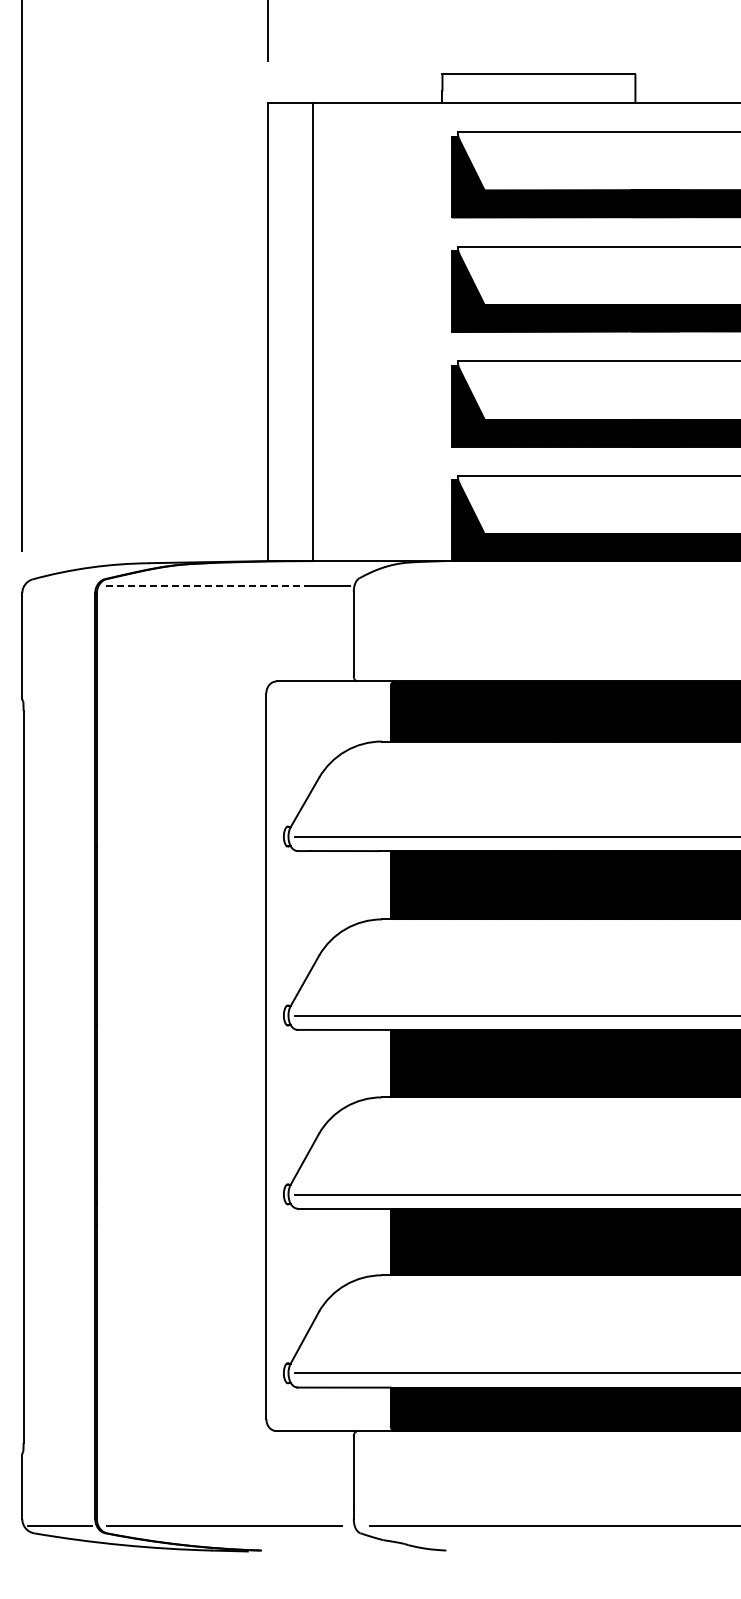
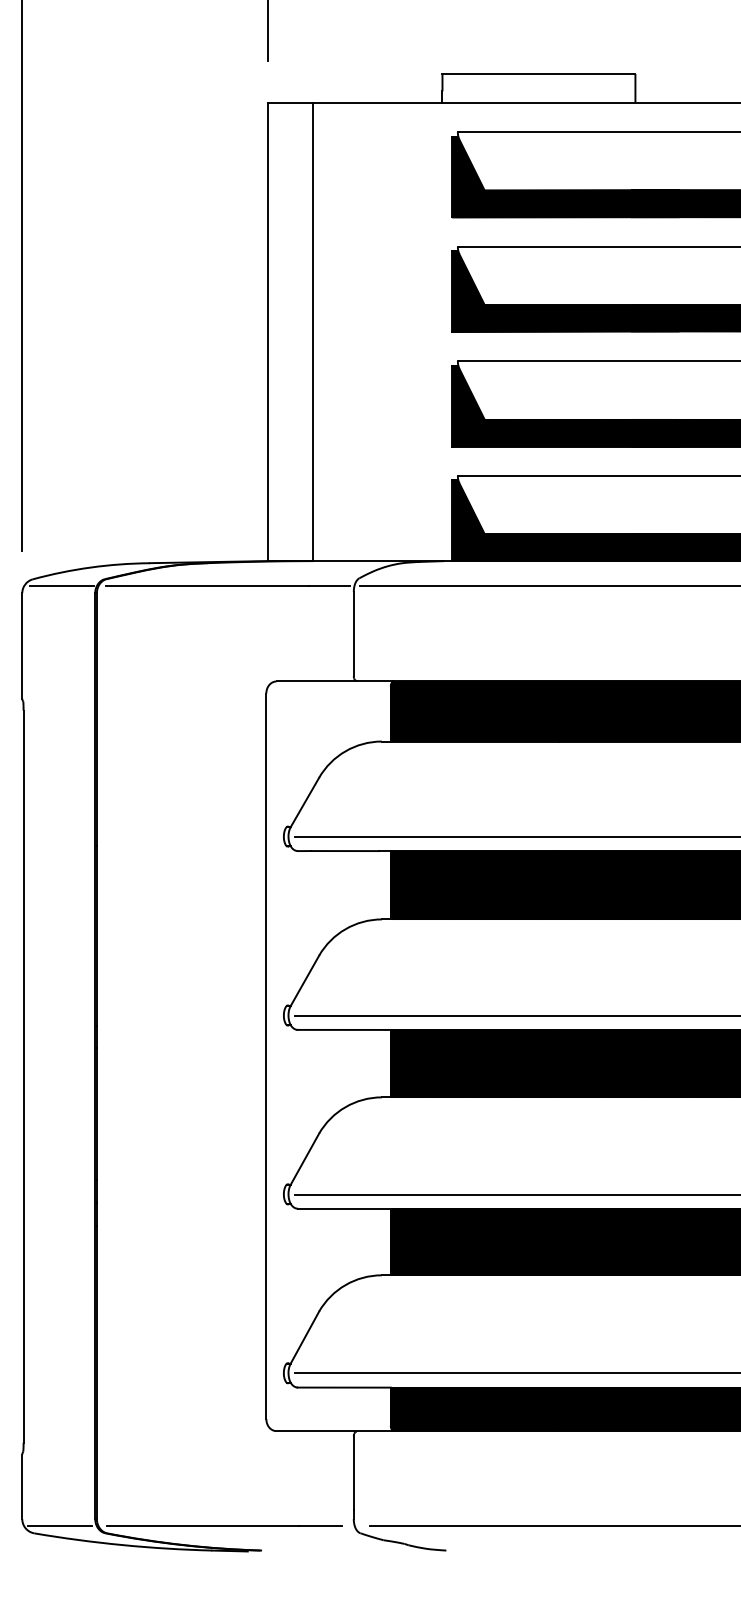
line at (61, 585): none -> present
line at (207, 585): dashed -> solid
line at (548, 585): none -> present
